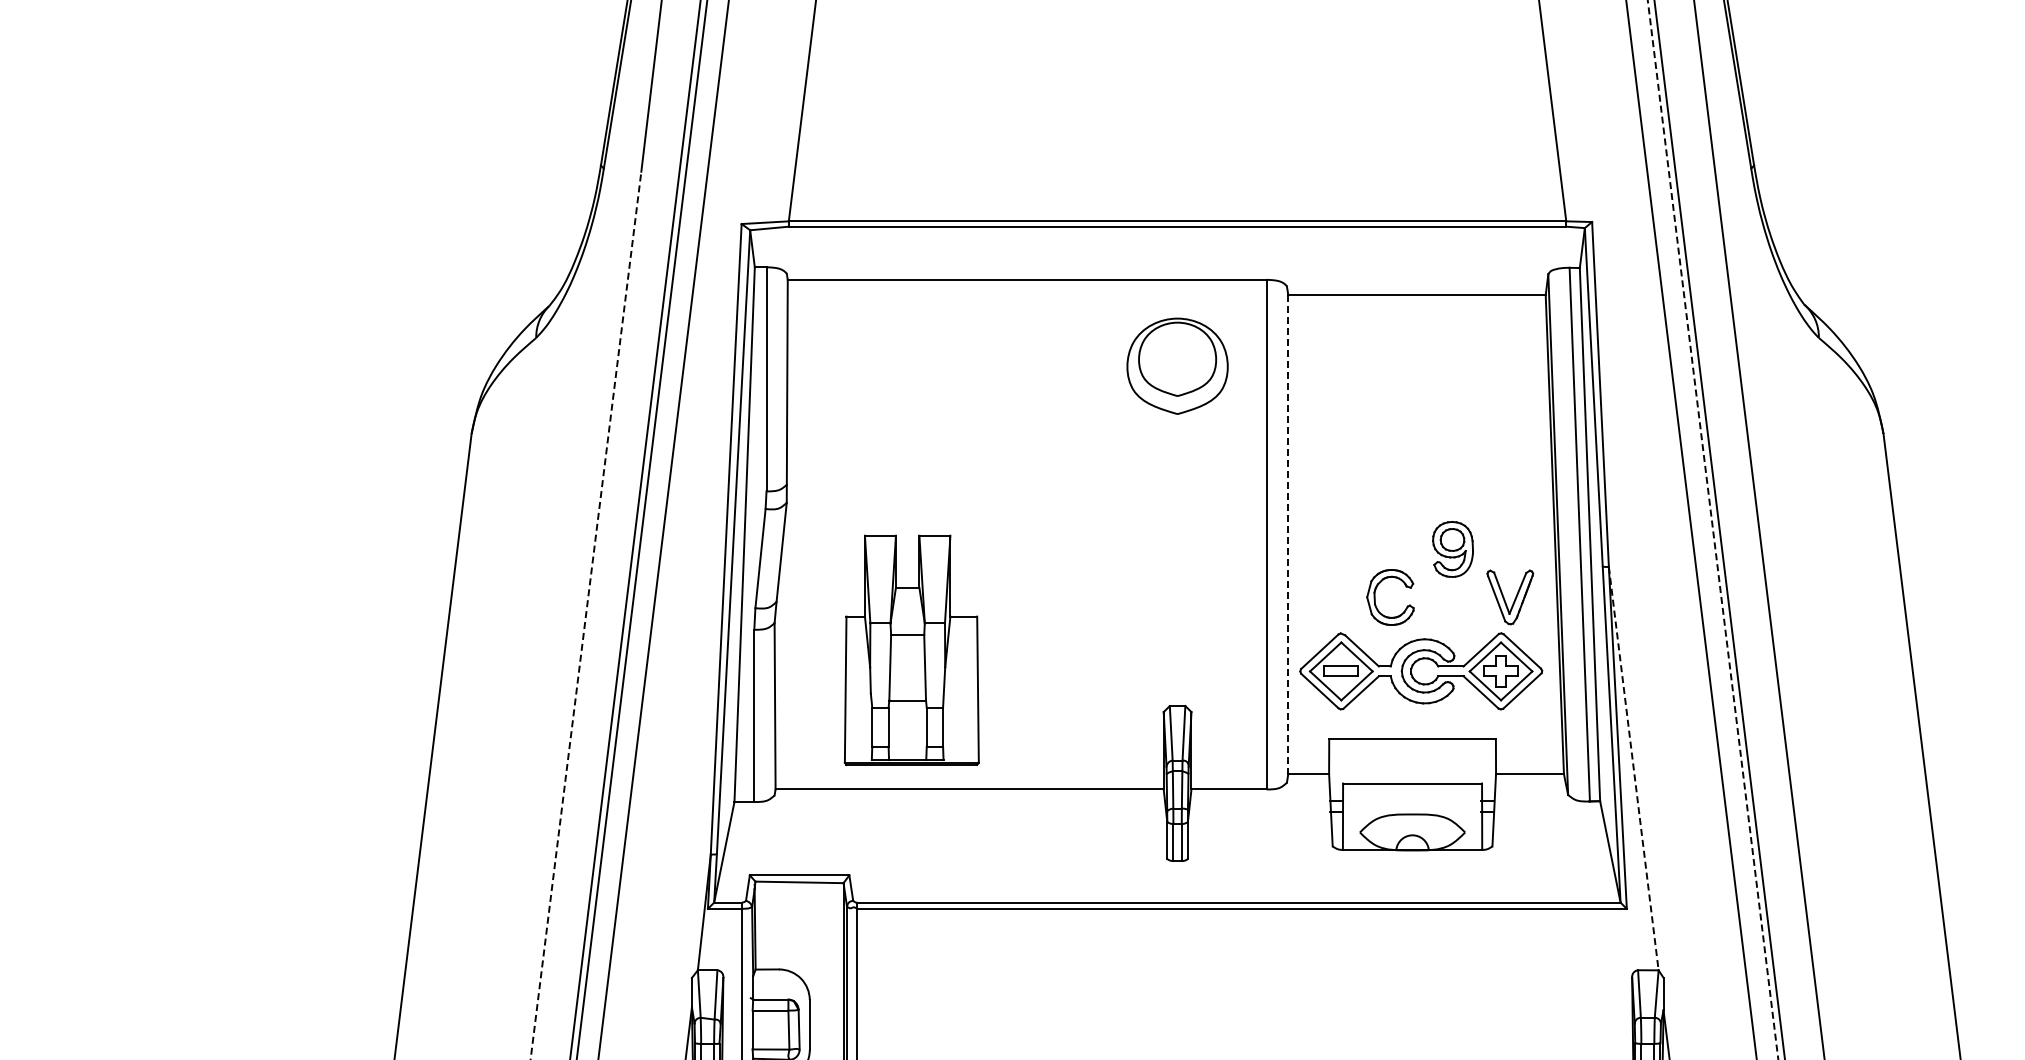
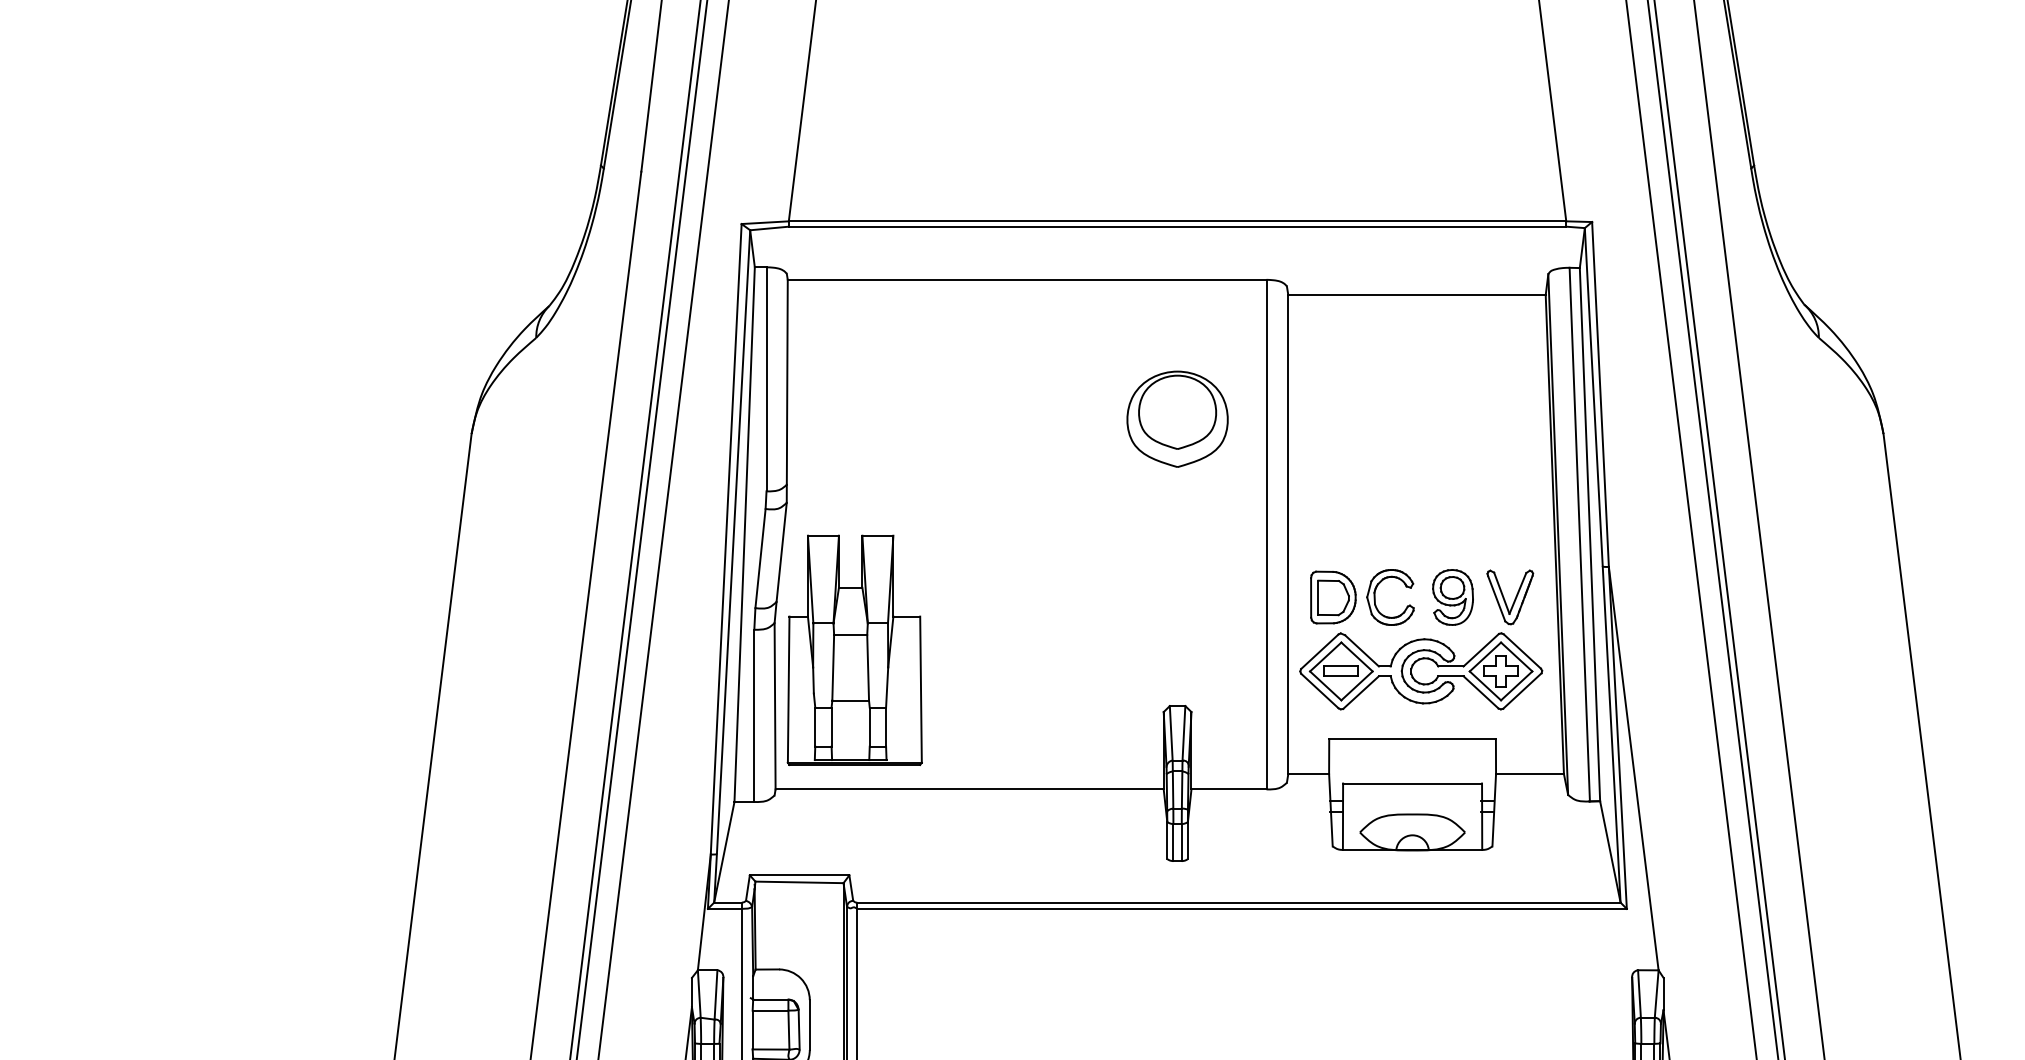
part at (1177, 365) position: (1177, 365) -> (1177, 418)
line at (1713, 529): dashed -> solid
line at (1288, 535): dashed -> solid
part at (1452, 549) position: (1452, 549) -> (1452, 597)
part at (1333, 597): none -> present
line at (586, 615): dashed -> solid
part at (911, 649) position: (911, 649) -> (854, 649)
line at (1633, 769): dashed -> solid
